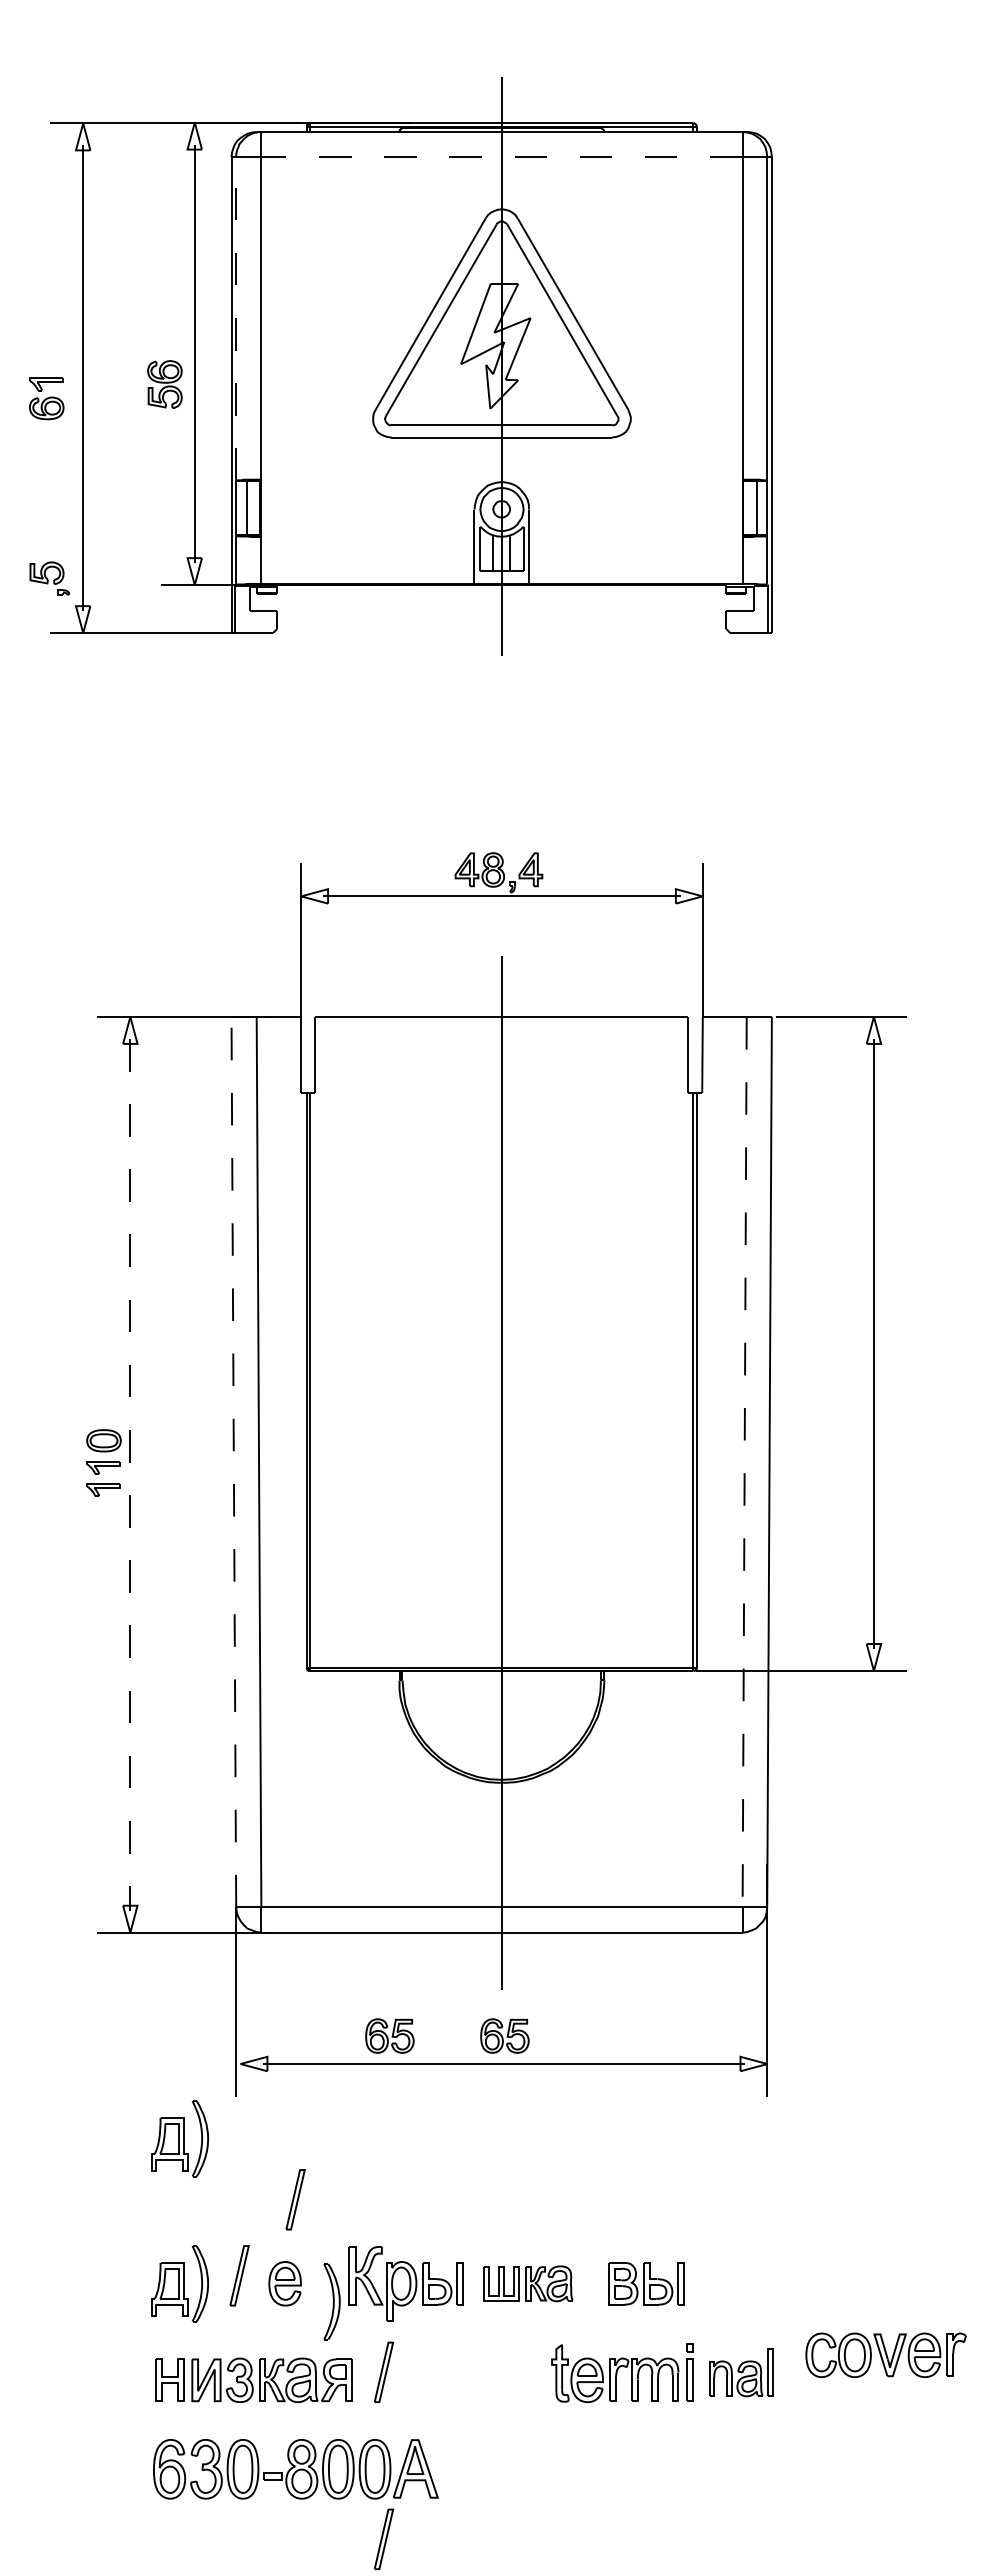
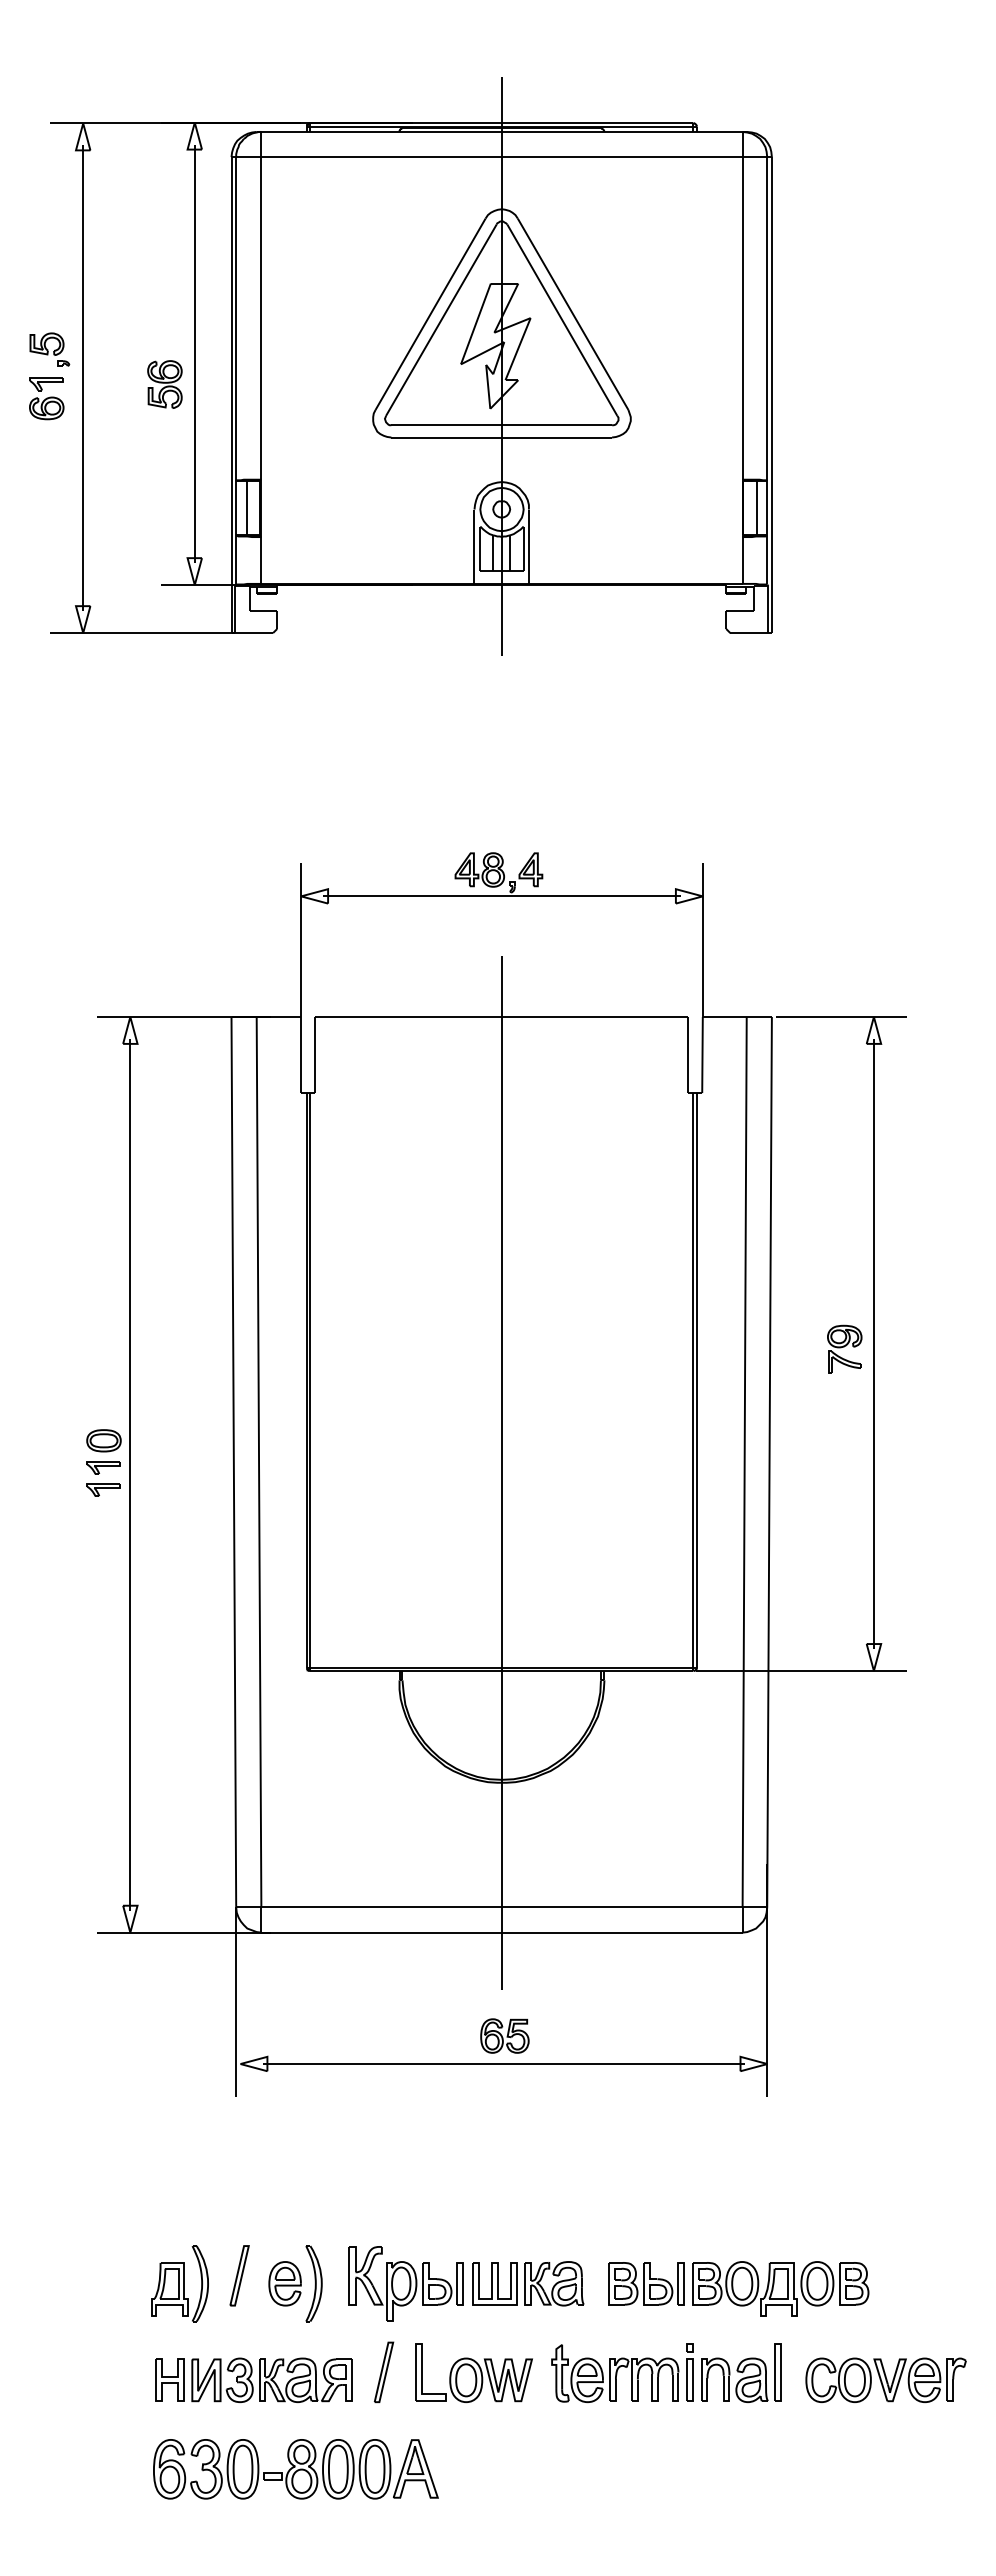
line at (502, 157): dashed -> solid
line at (236, 318): dashed -> solid
part at (49, 578) position: (49, 578) -> (49, 349)
part at (844, 1348): none -> present
line at (233, 1461): dashed -> solid
line at (744, 1462): dashed -> solid
line at (130, 1474): dashed -> solid
part at (389, 2035): present -> none
part at (179, 2138): present -> none
part at (295, 2199): present -> none
part at (528, 2283) size: 91x38 px -> 113x46 px
part at (780, 2288): none -> present
part at (331, 2301) position: (331, 2301) -> (313, 2283)
part at (885, 2354) position: (885, 2354) -> (885, 2379)
part at (473, 2372): none -> present
part at (741, 2372) size: 65x50 px -> 81x60 px
part at (383, 2539): present -> none
